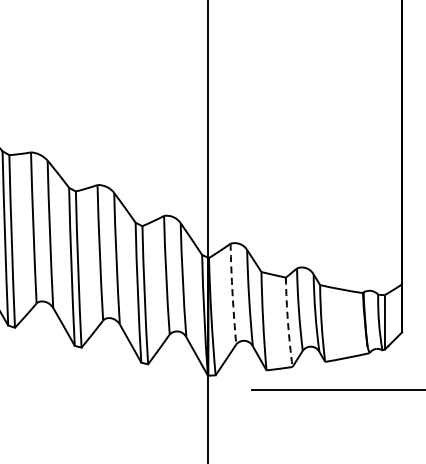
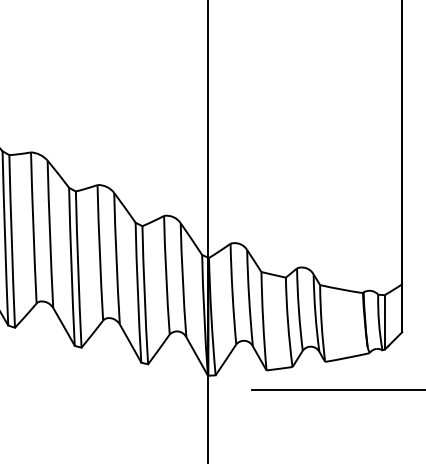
arc at (232, 294): dashed -> solid
arc at (288, 322): dashed -> solid
